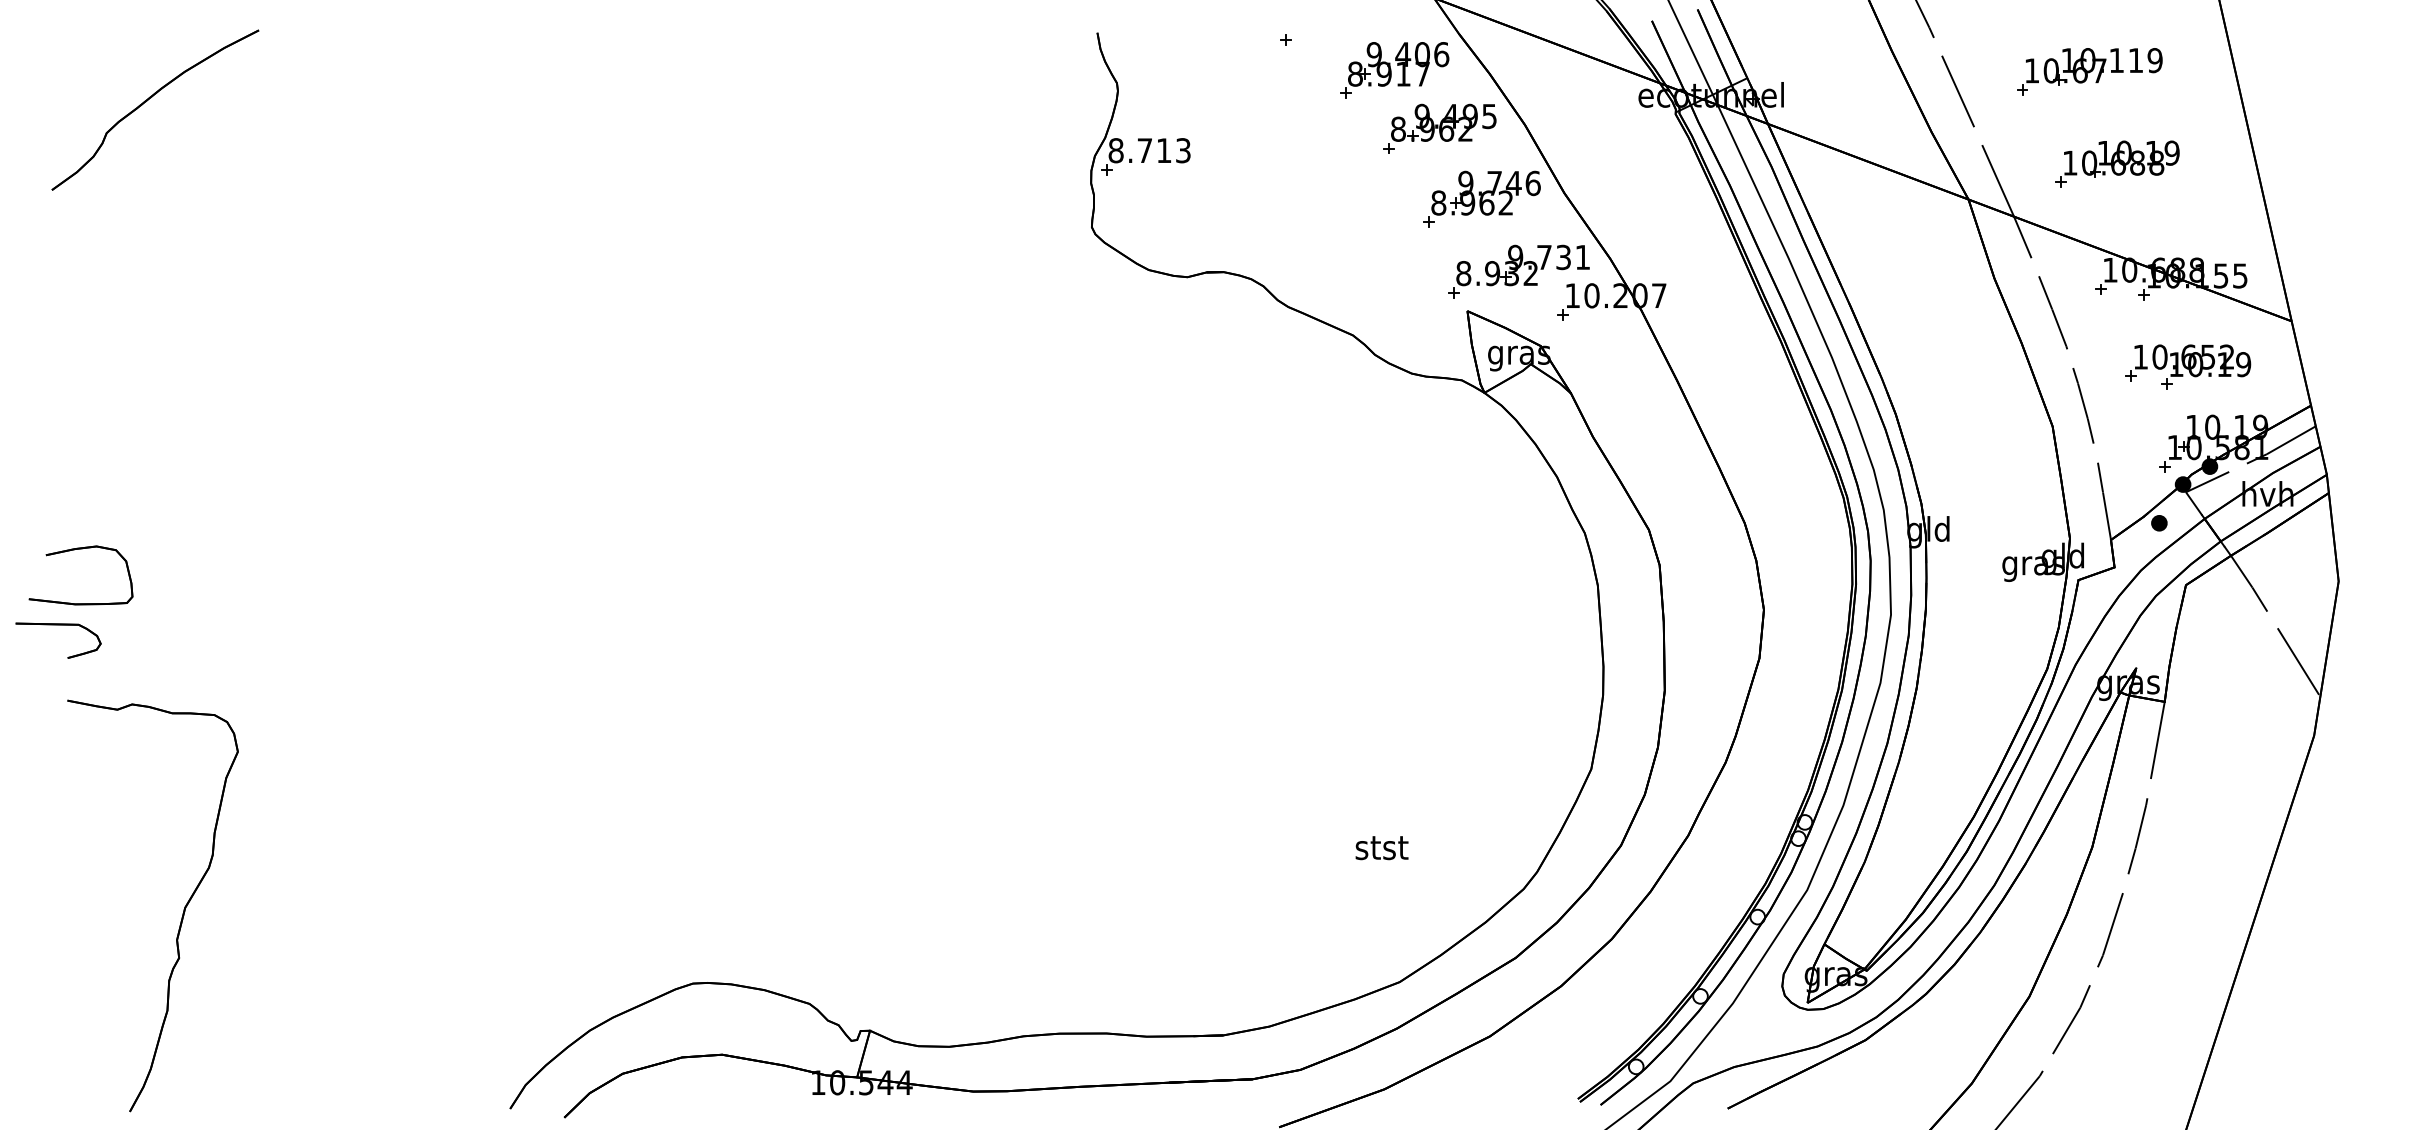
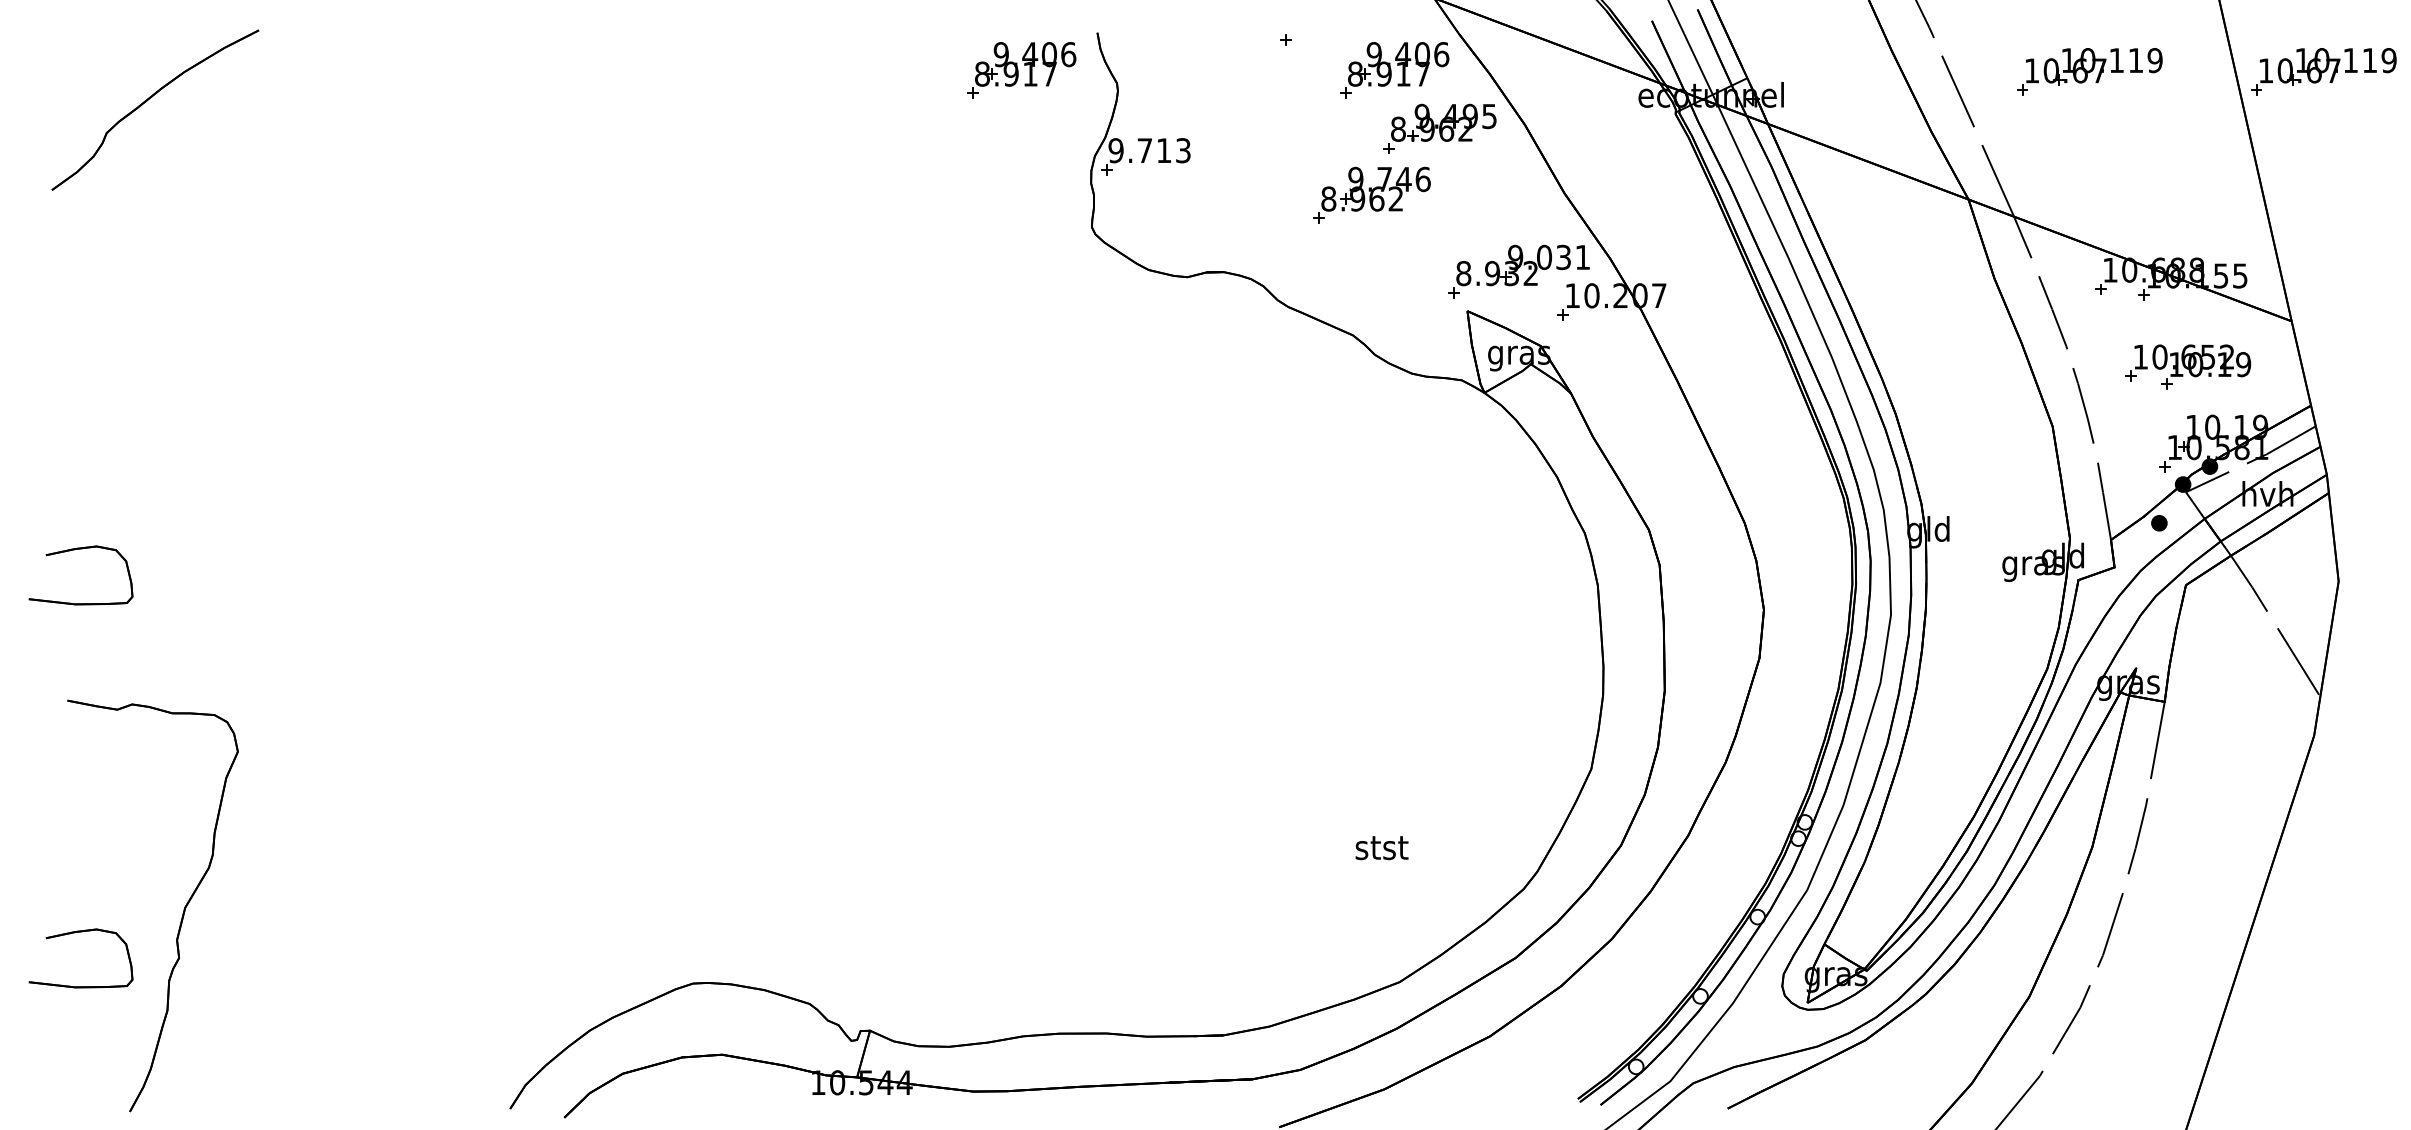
part at (1021, 70): none -> present
part at (2323, 71): none -> present
text at (1115, 150): 8.713 -> 9.713
part at (2117, 163): present -> none
part at (1481, 198) position: (1481, 198) -> (1371, 194)
text at (1544, 257): 9.731 -> 9.031
part at (58, 625): present -> none
part at (74, 933): none -> present
